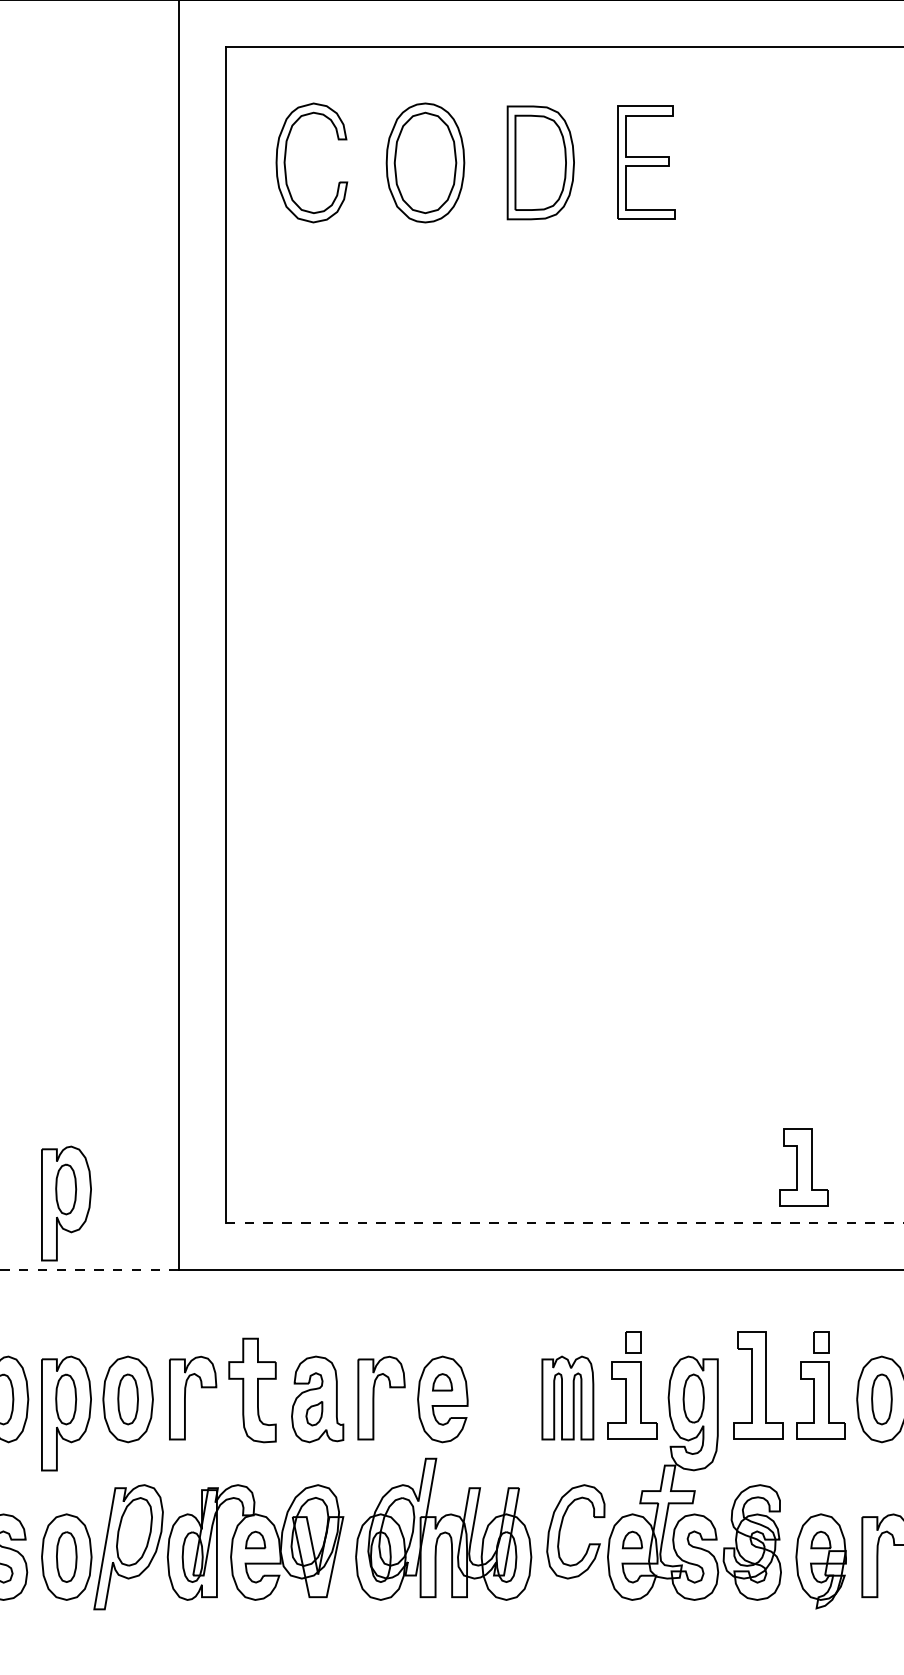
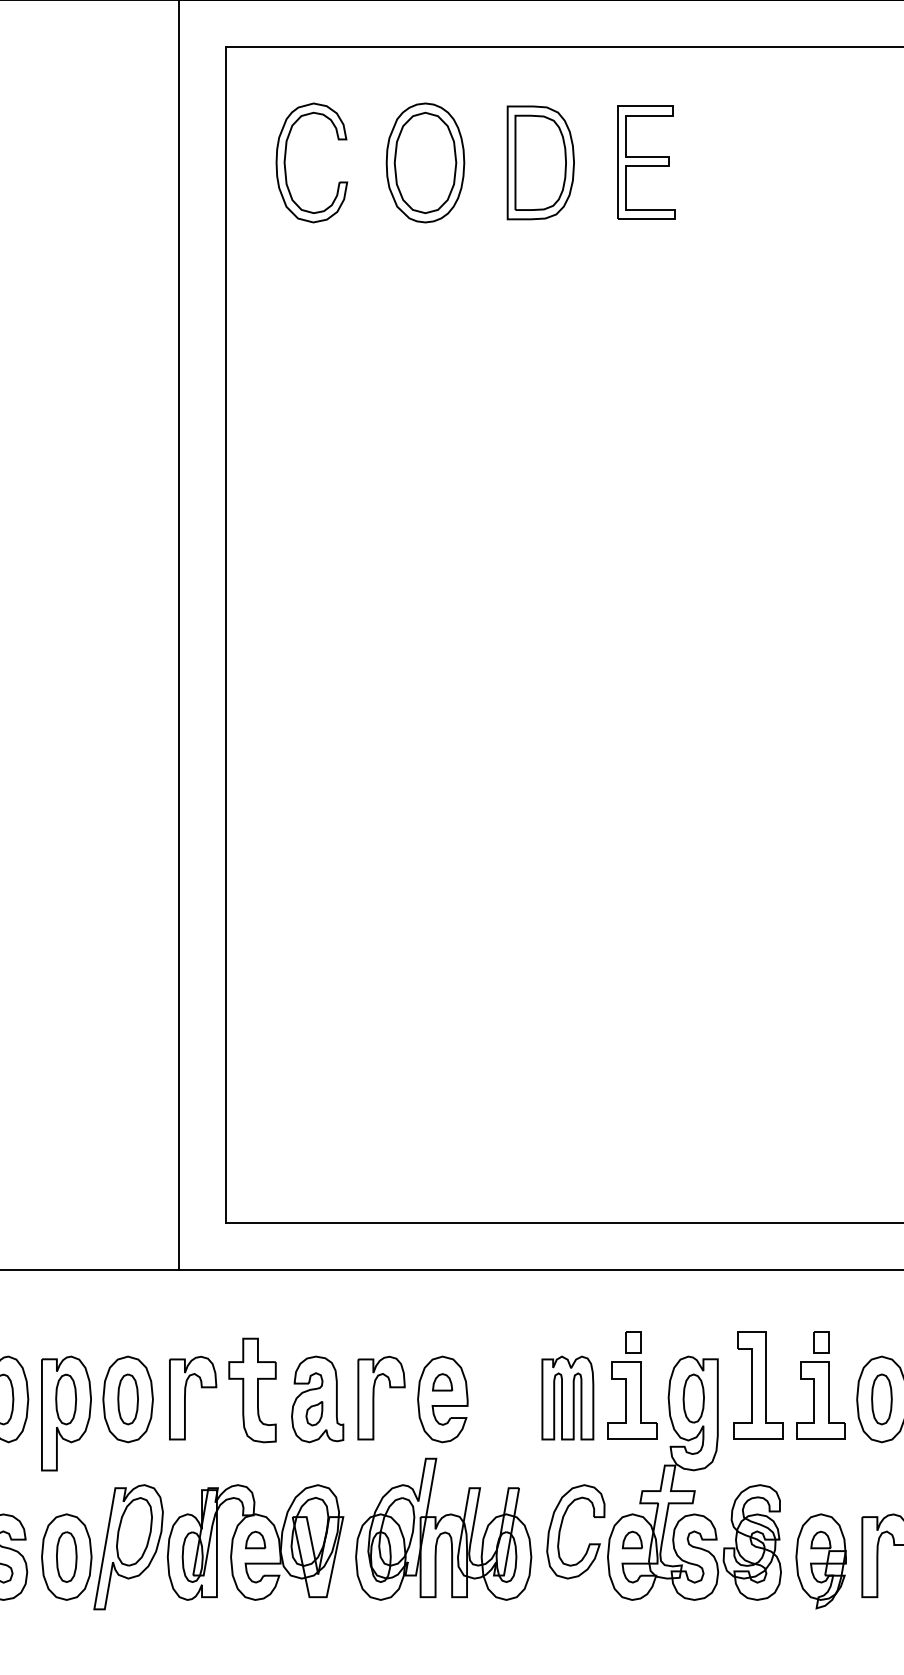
part at (803, 1167): present -> none
part at (66, 1203): present -> none
line at (564, 1222): dashed -> solid
line at (89, 1269): dashed -> solid
